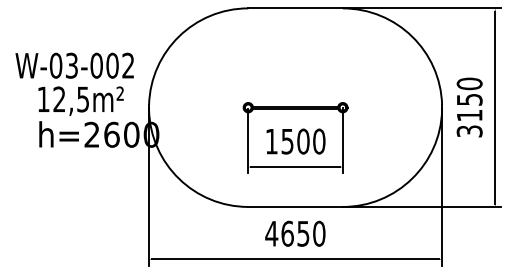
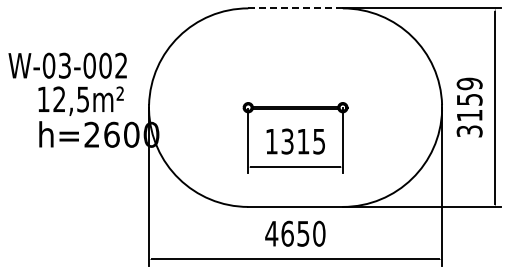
line at (296, 8): solid -> dashed
text at (74, 65) position: (74, 65) -> (67, 65)
text at (469, 83): 3150 -> 3159
text at (303, 141): 1500 -> 1315
